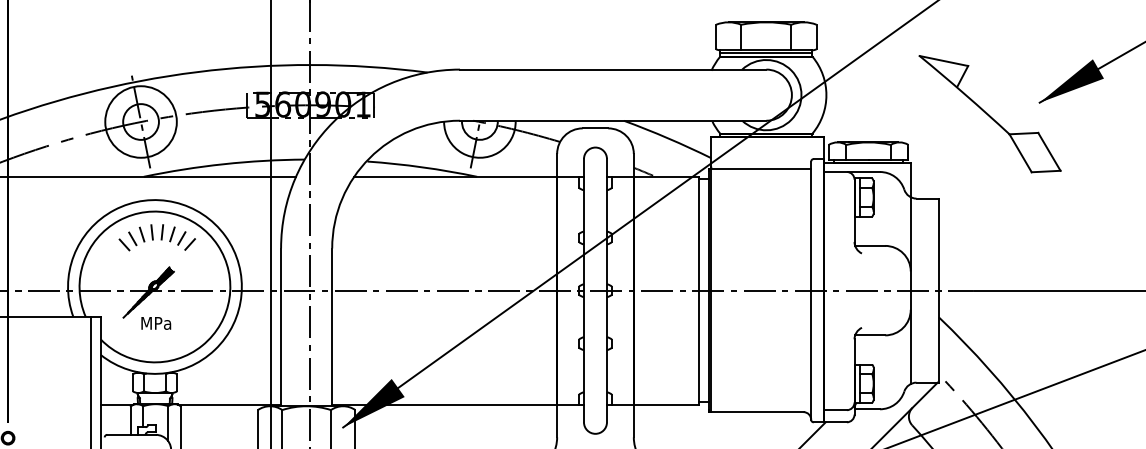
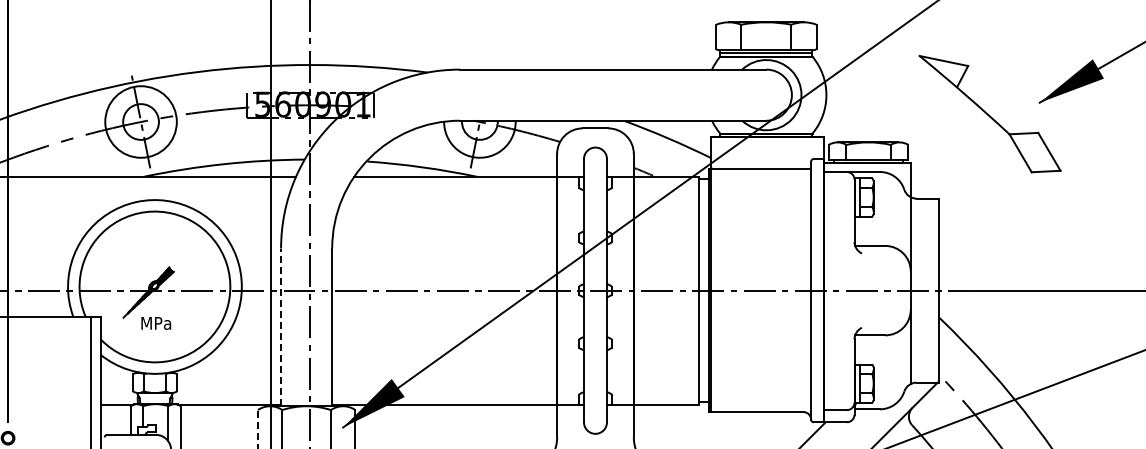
part at (156, 237): present -> none
line at (281, 327): solid -> dashed
line at (257, 429): solid -> dashed
